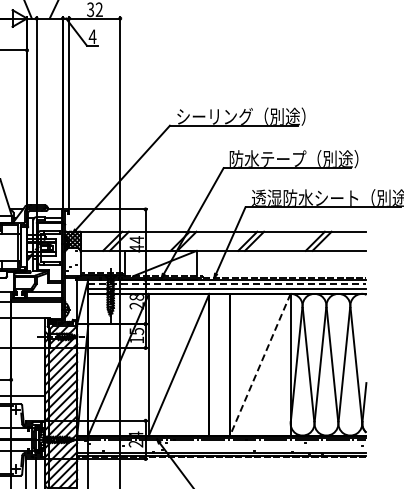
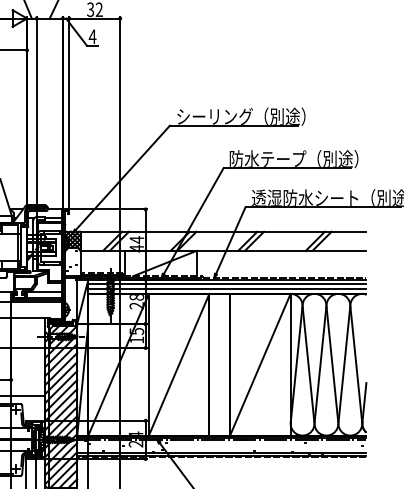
line at (227, 284): dashed -> solid
line at (260, 365): dashed -> solid
